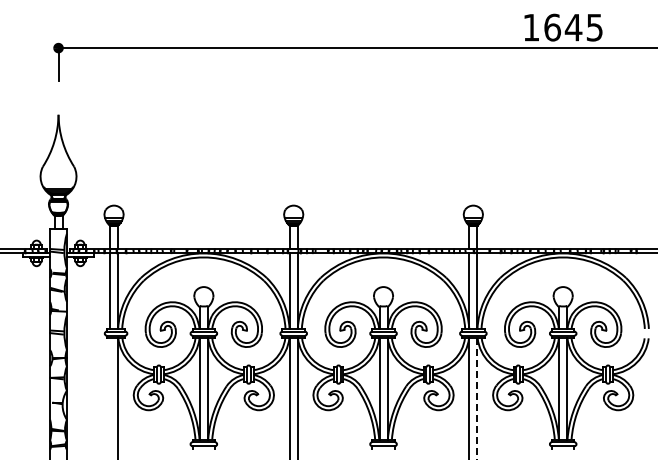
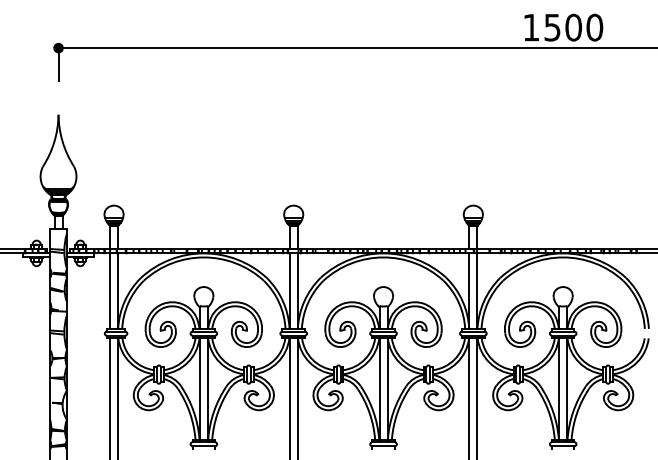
text at (573, 27): 1645 -> 1500
line at (110, 397): none -> present
line at (477, 398): dashed -> solid
